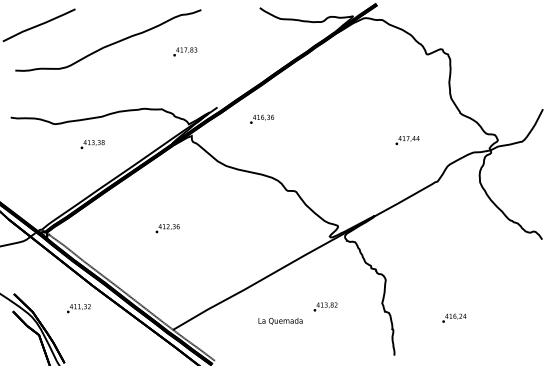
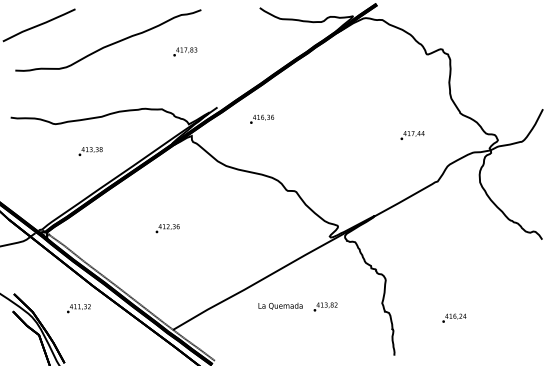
text at (407, 140) position: (407, 140) -> (412, 135)
text at (92, 144) position: (92, 144) -> (90, 151)
text at (280, 321) position: (280, 321) -> (280, 306)
